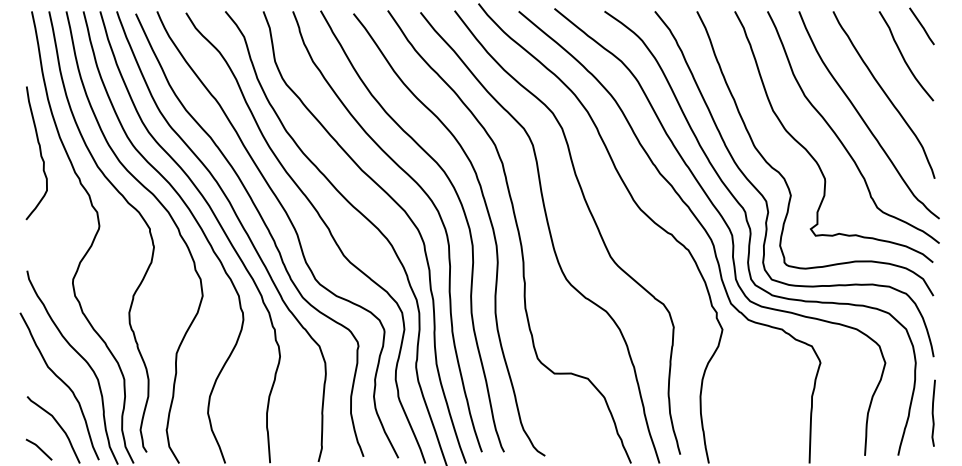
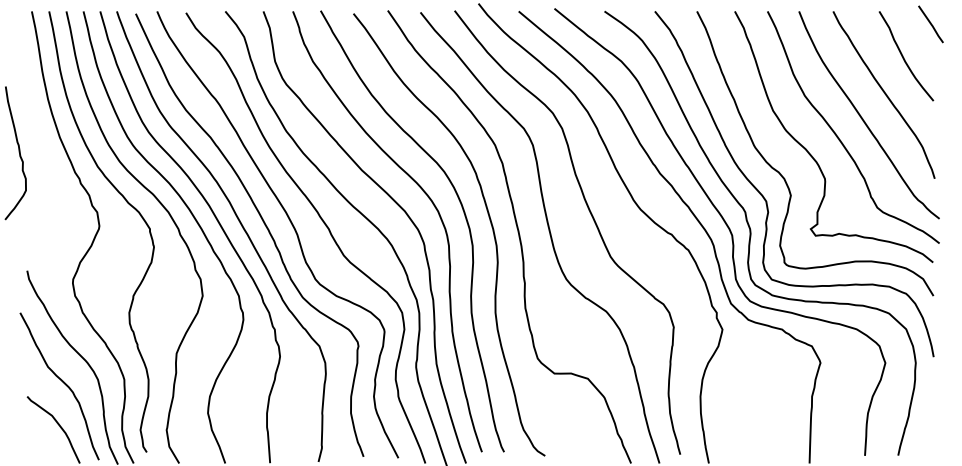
line at (921, 26) position: (921, 26) -> (930, 24)
curve at (39, 152) position: (39, 152) -> (18, 152)
curve at (933, 412): present -> none
line at (38, 448): present -> none
